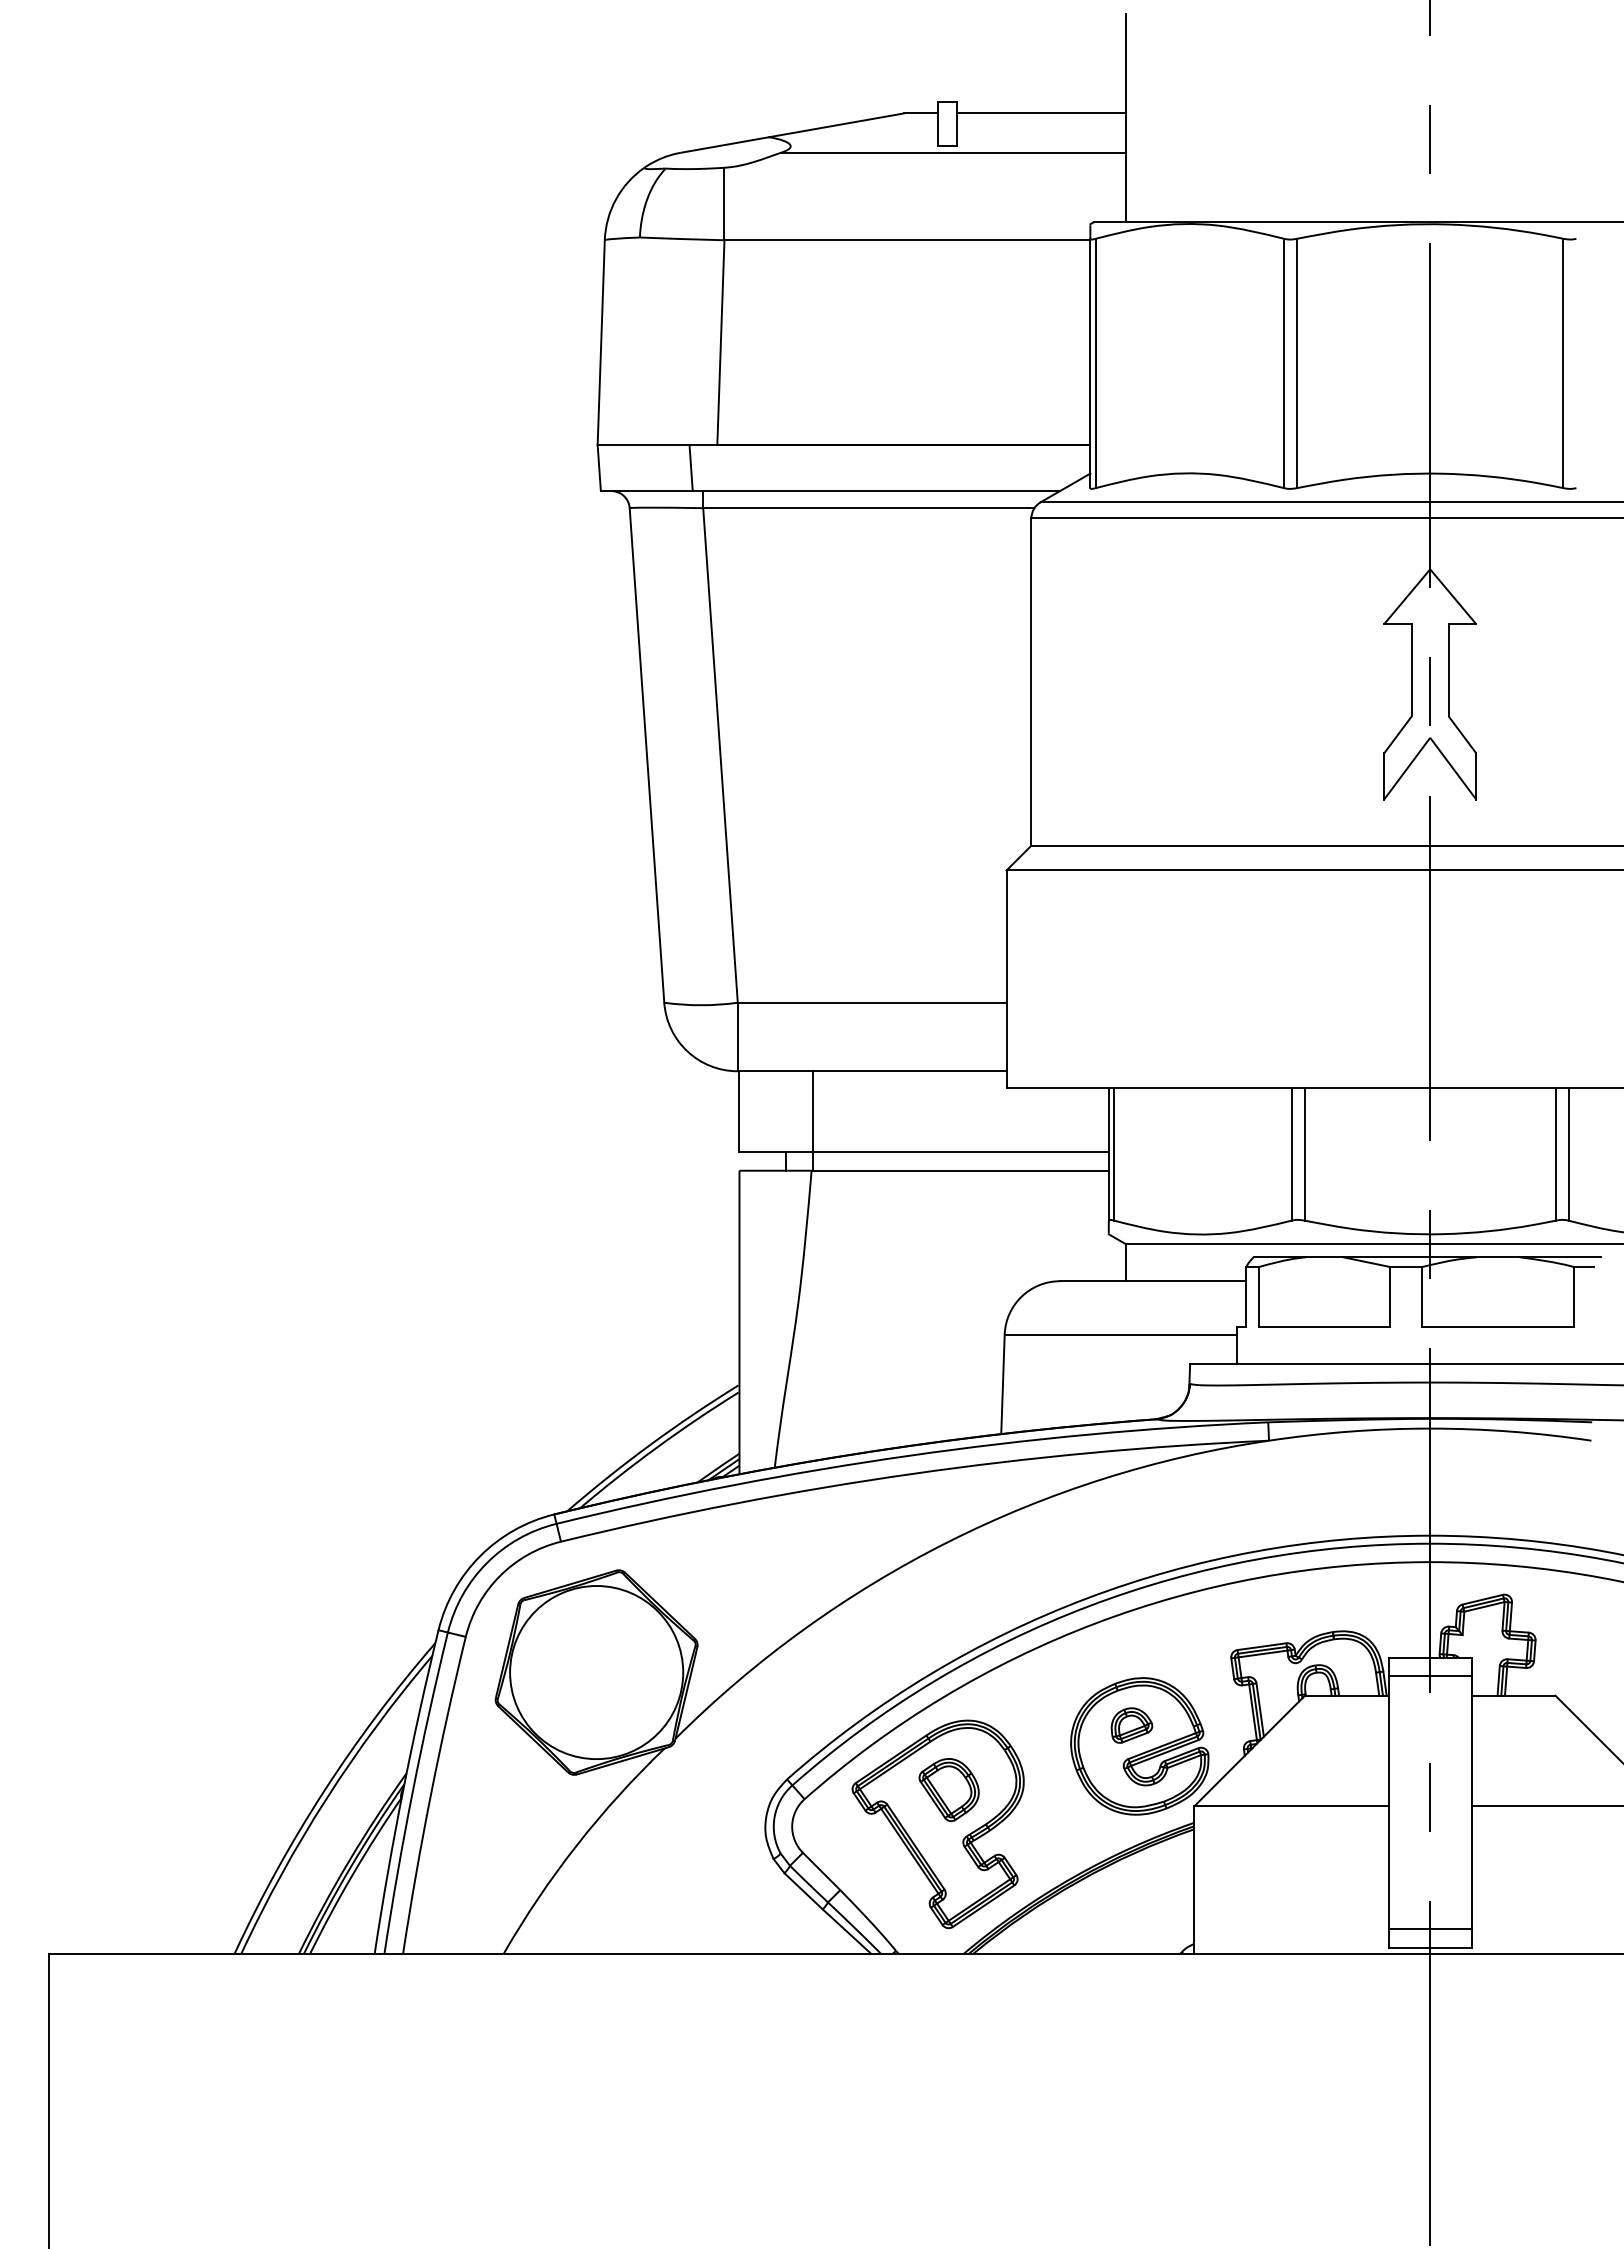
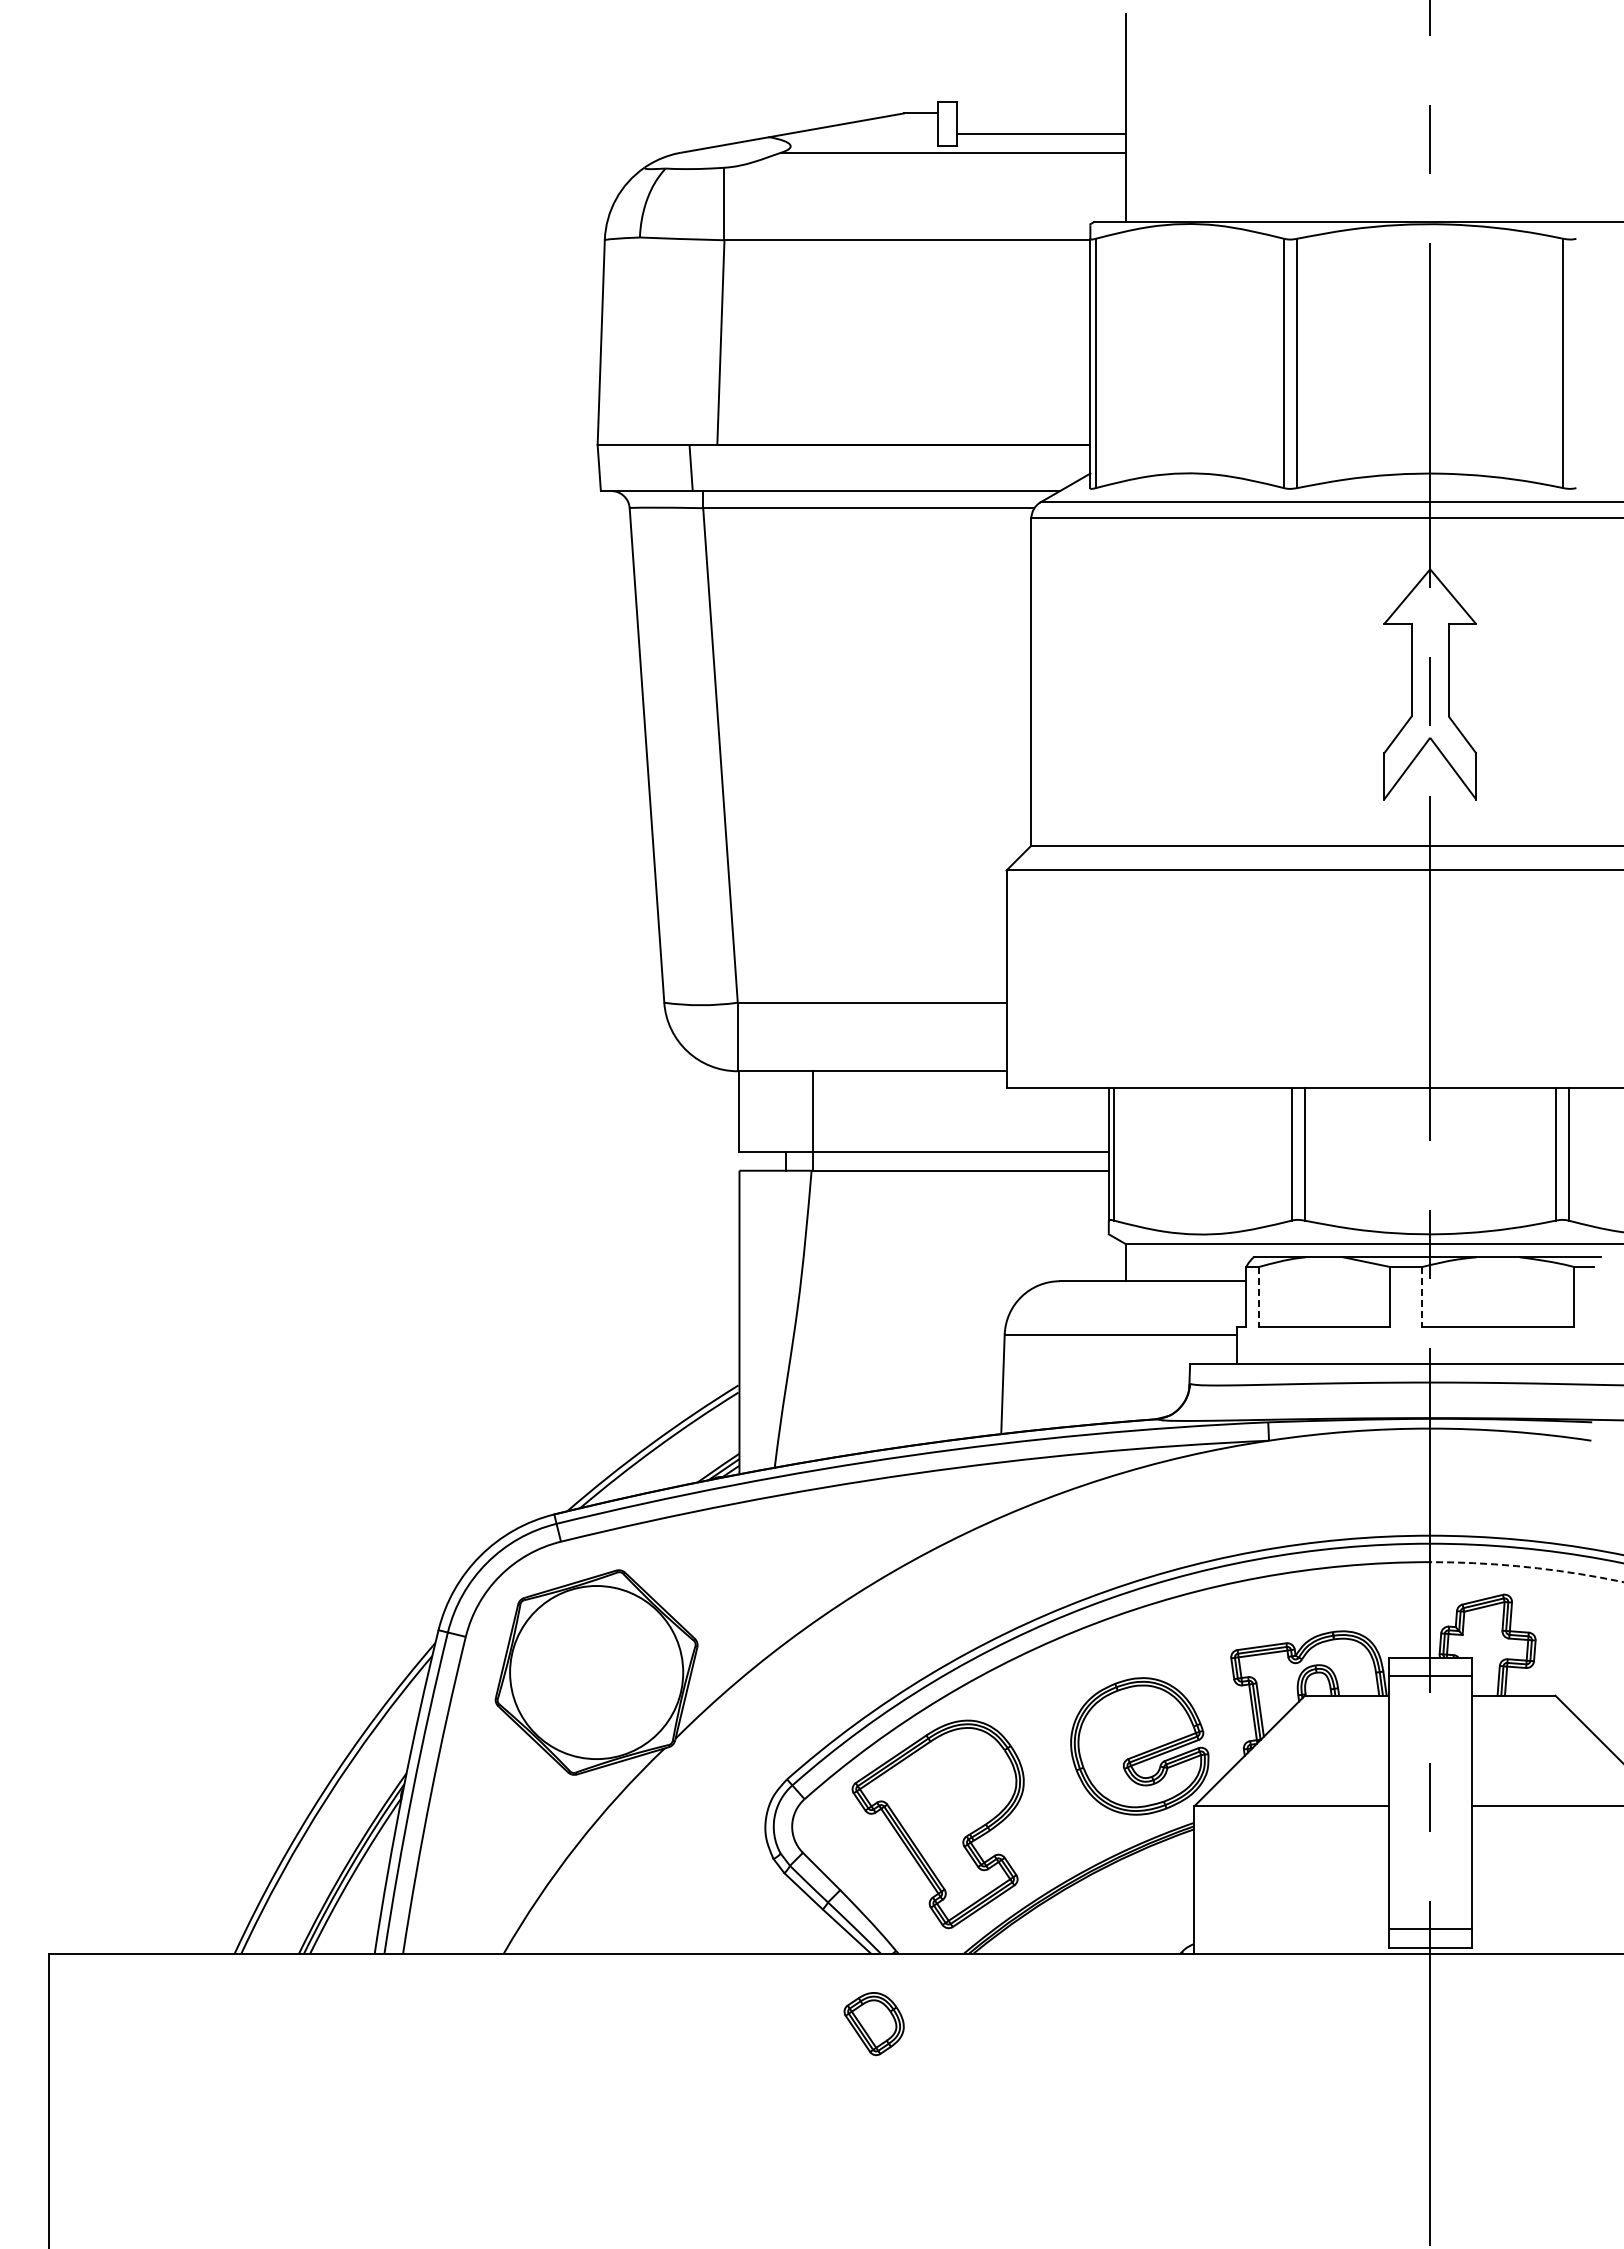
line at (1041, 113) position: (1041, 113) -> (1041, 134)
line at (1258, 1297): solid -> dashed
line at (1422, 1297): solid -> dashed
arc at (1527, 1567): solid -> dashed
part at (1131, 1725): present -> none
part at (948, 1790) position: (948, 1790) -> (873, 2024)
